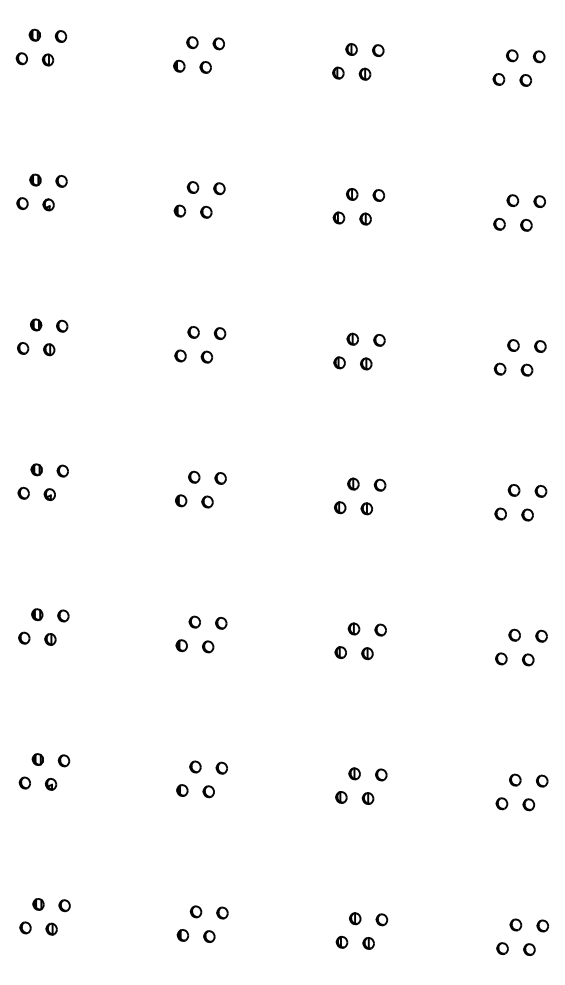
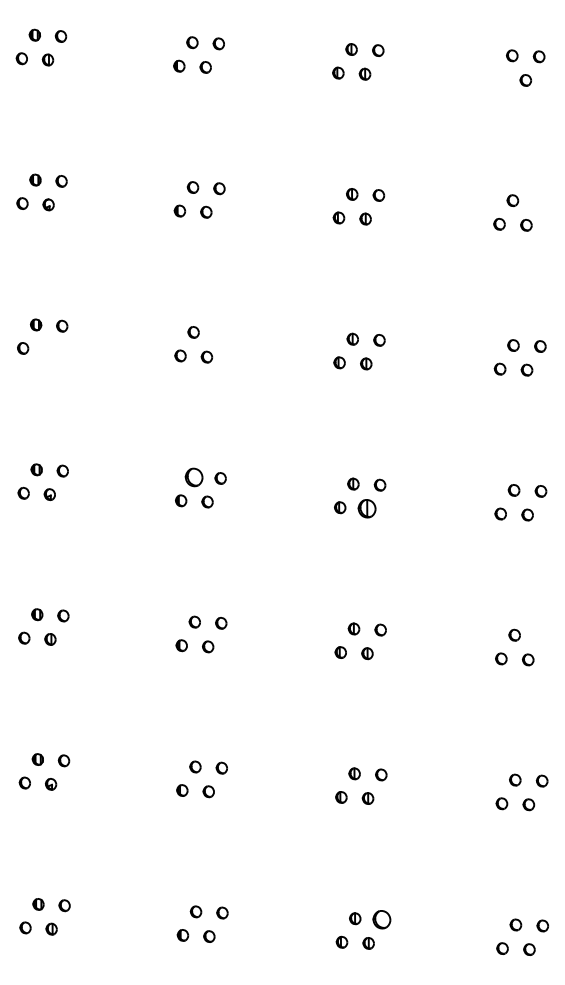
part at (498, 79): present -> none
part at (539, 201): present -> none
part at (219, 333): present -> none
part at (49, 349): present -> none
part at (194, 476) size: 13x14 px -> 20x21 px
part at (366, 508) size: 13x14 px -> 20x20 px
part at (541, 635): present -> none
part at (381, 919) size: 14x14 px -> 20x20 px
